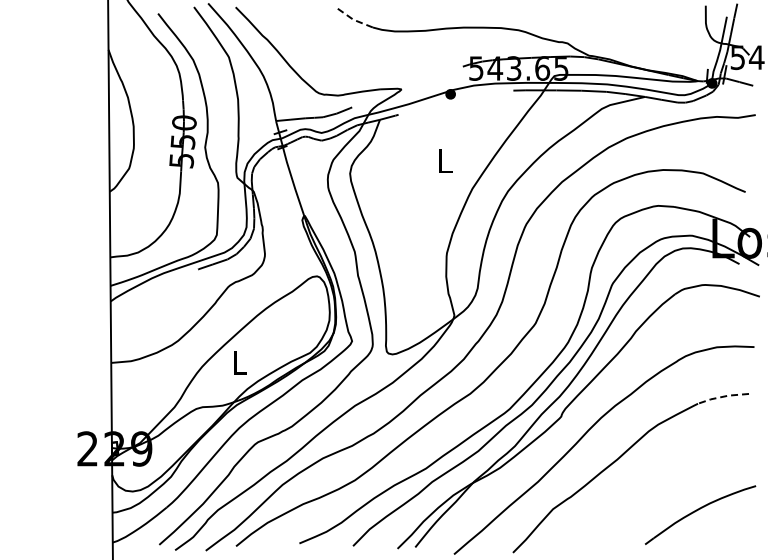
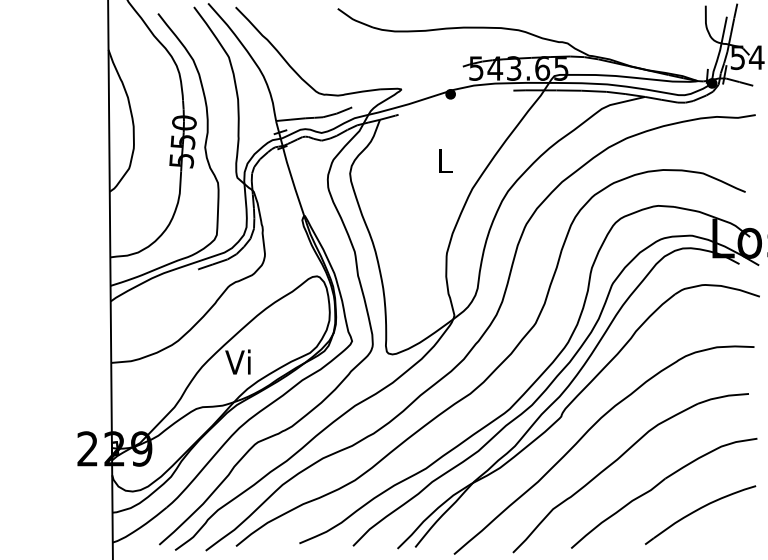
line at (354, 19): dashed -> solid
text at (237, 361): L -> Vi
line at (723, 396): dashed -> solid
part at (658, 485): none -> present
